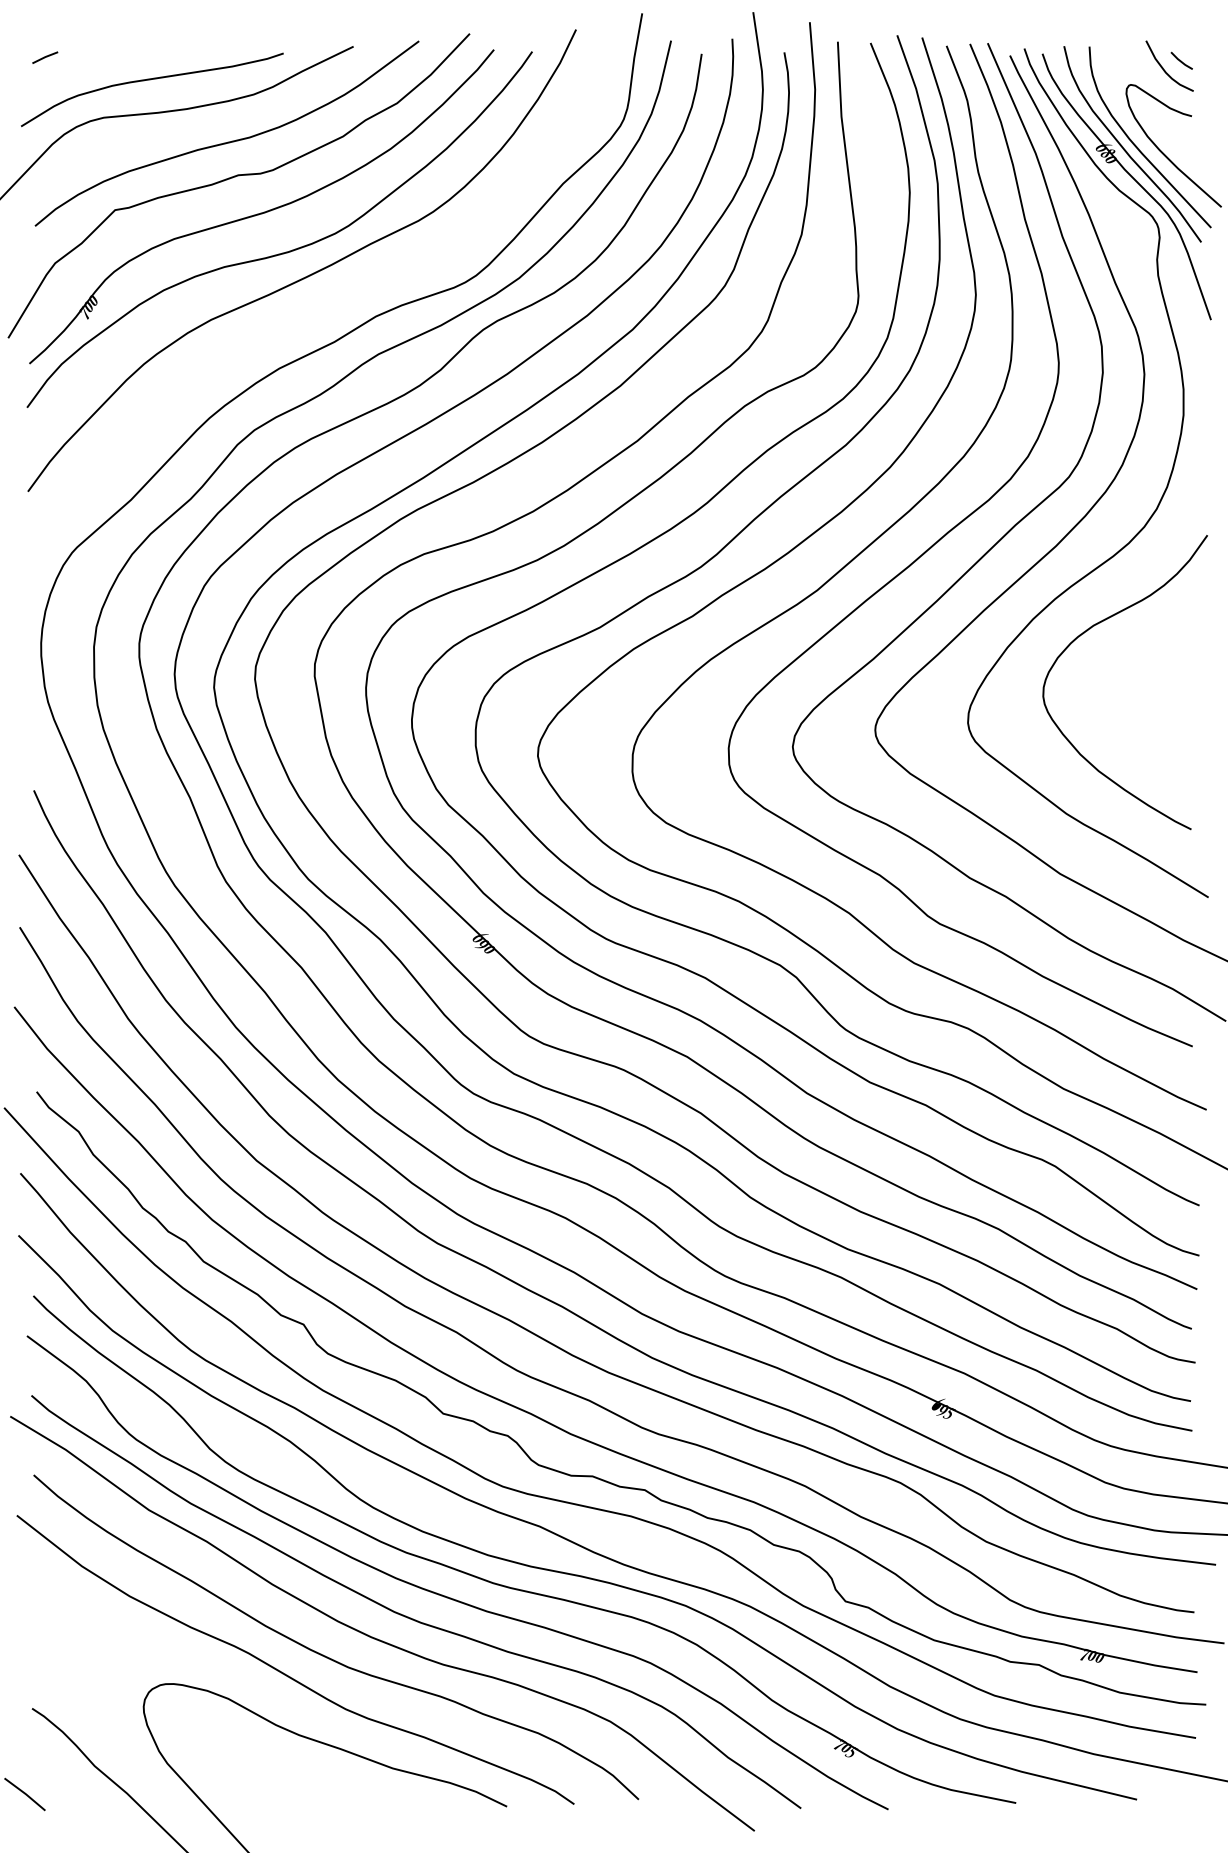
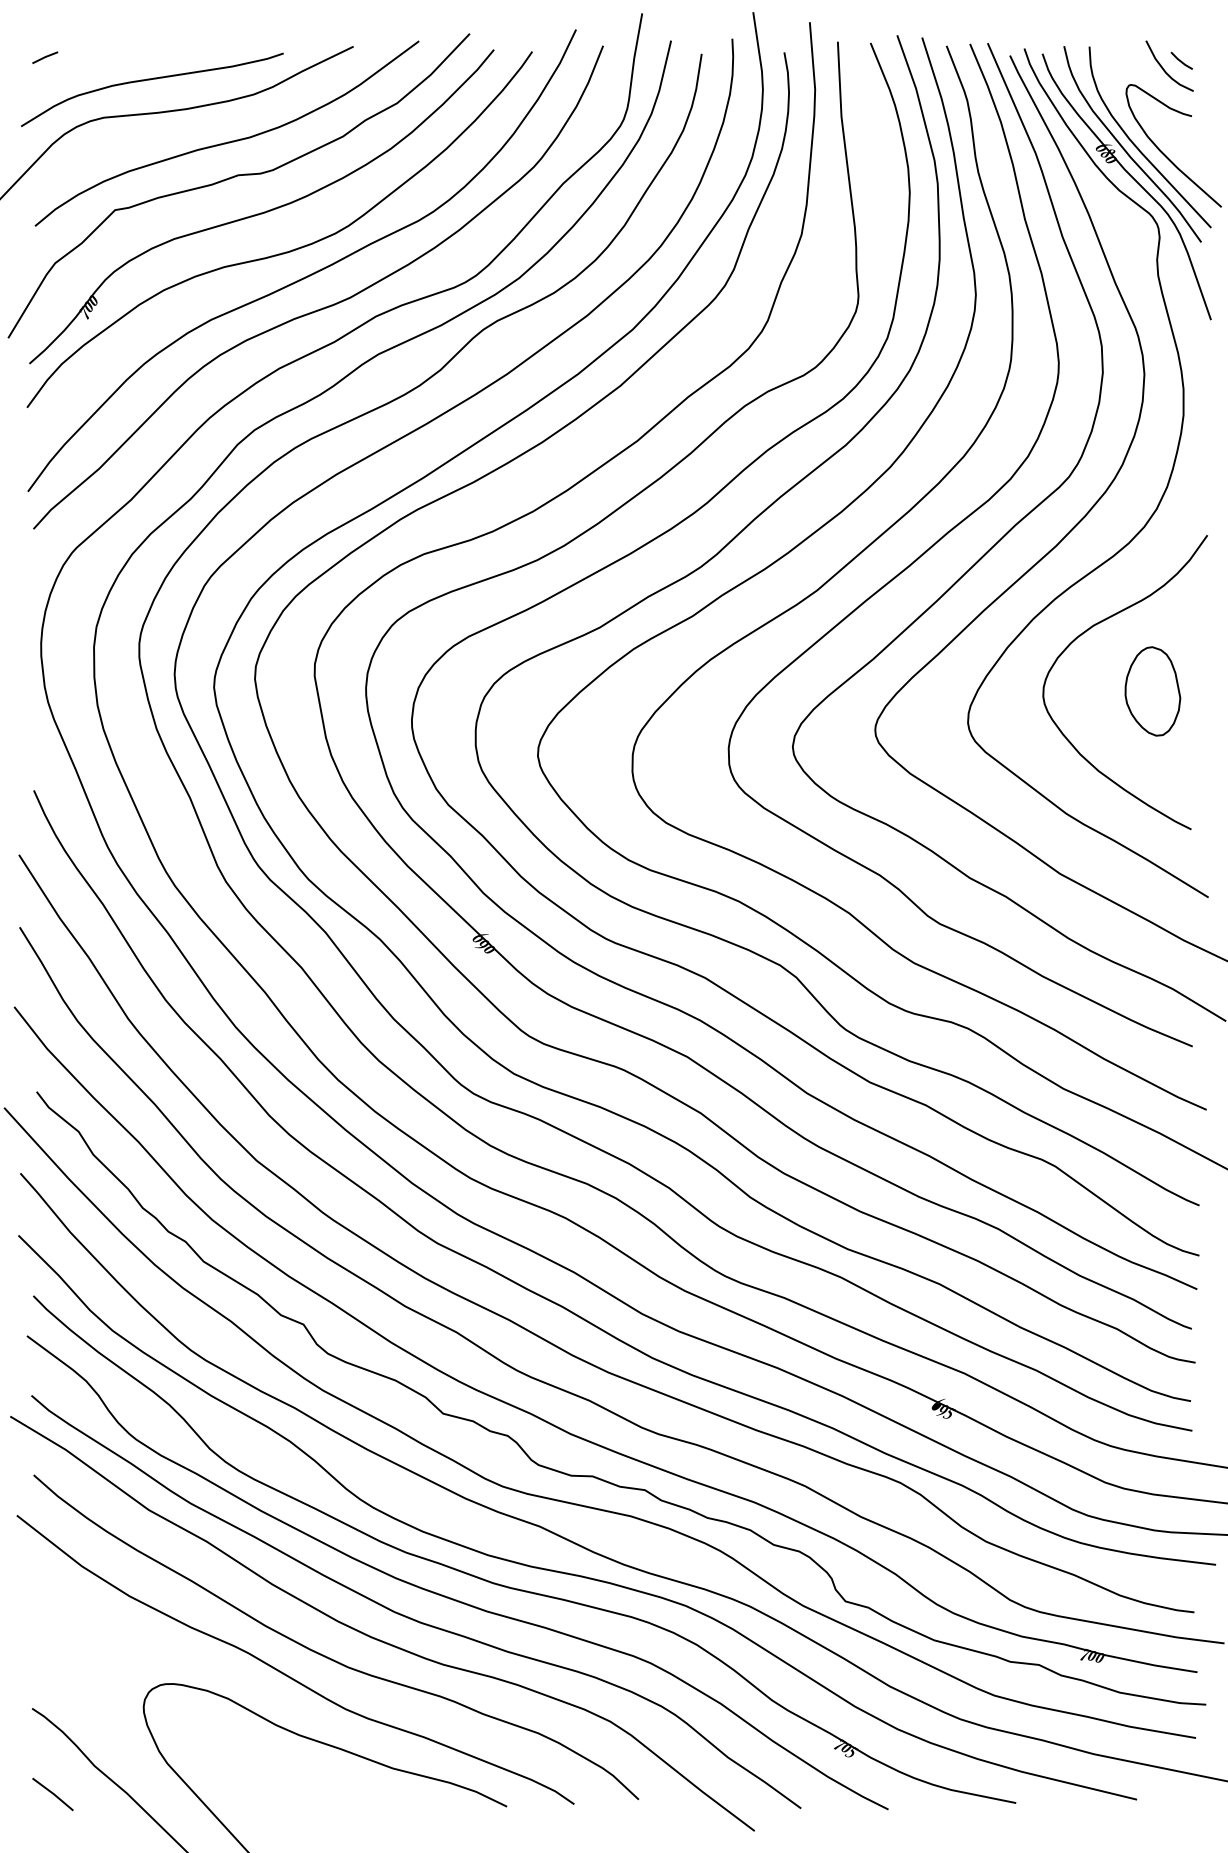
curve at (325, 306): none -> present
part at (1152, 691): none -> present
line at (24, 1794) position: (24, 1794) -> (52, 1794)
